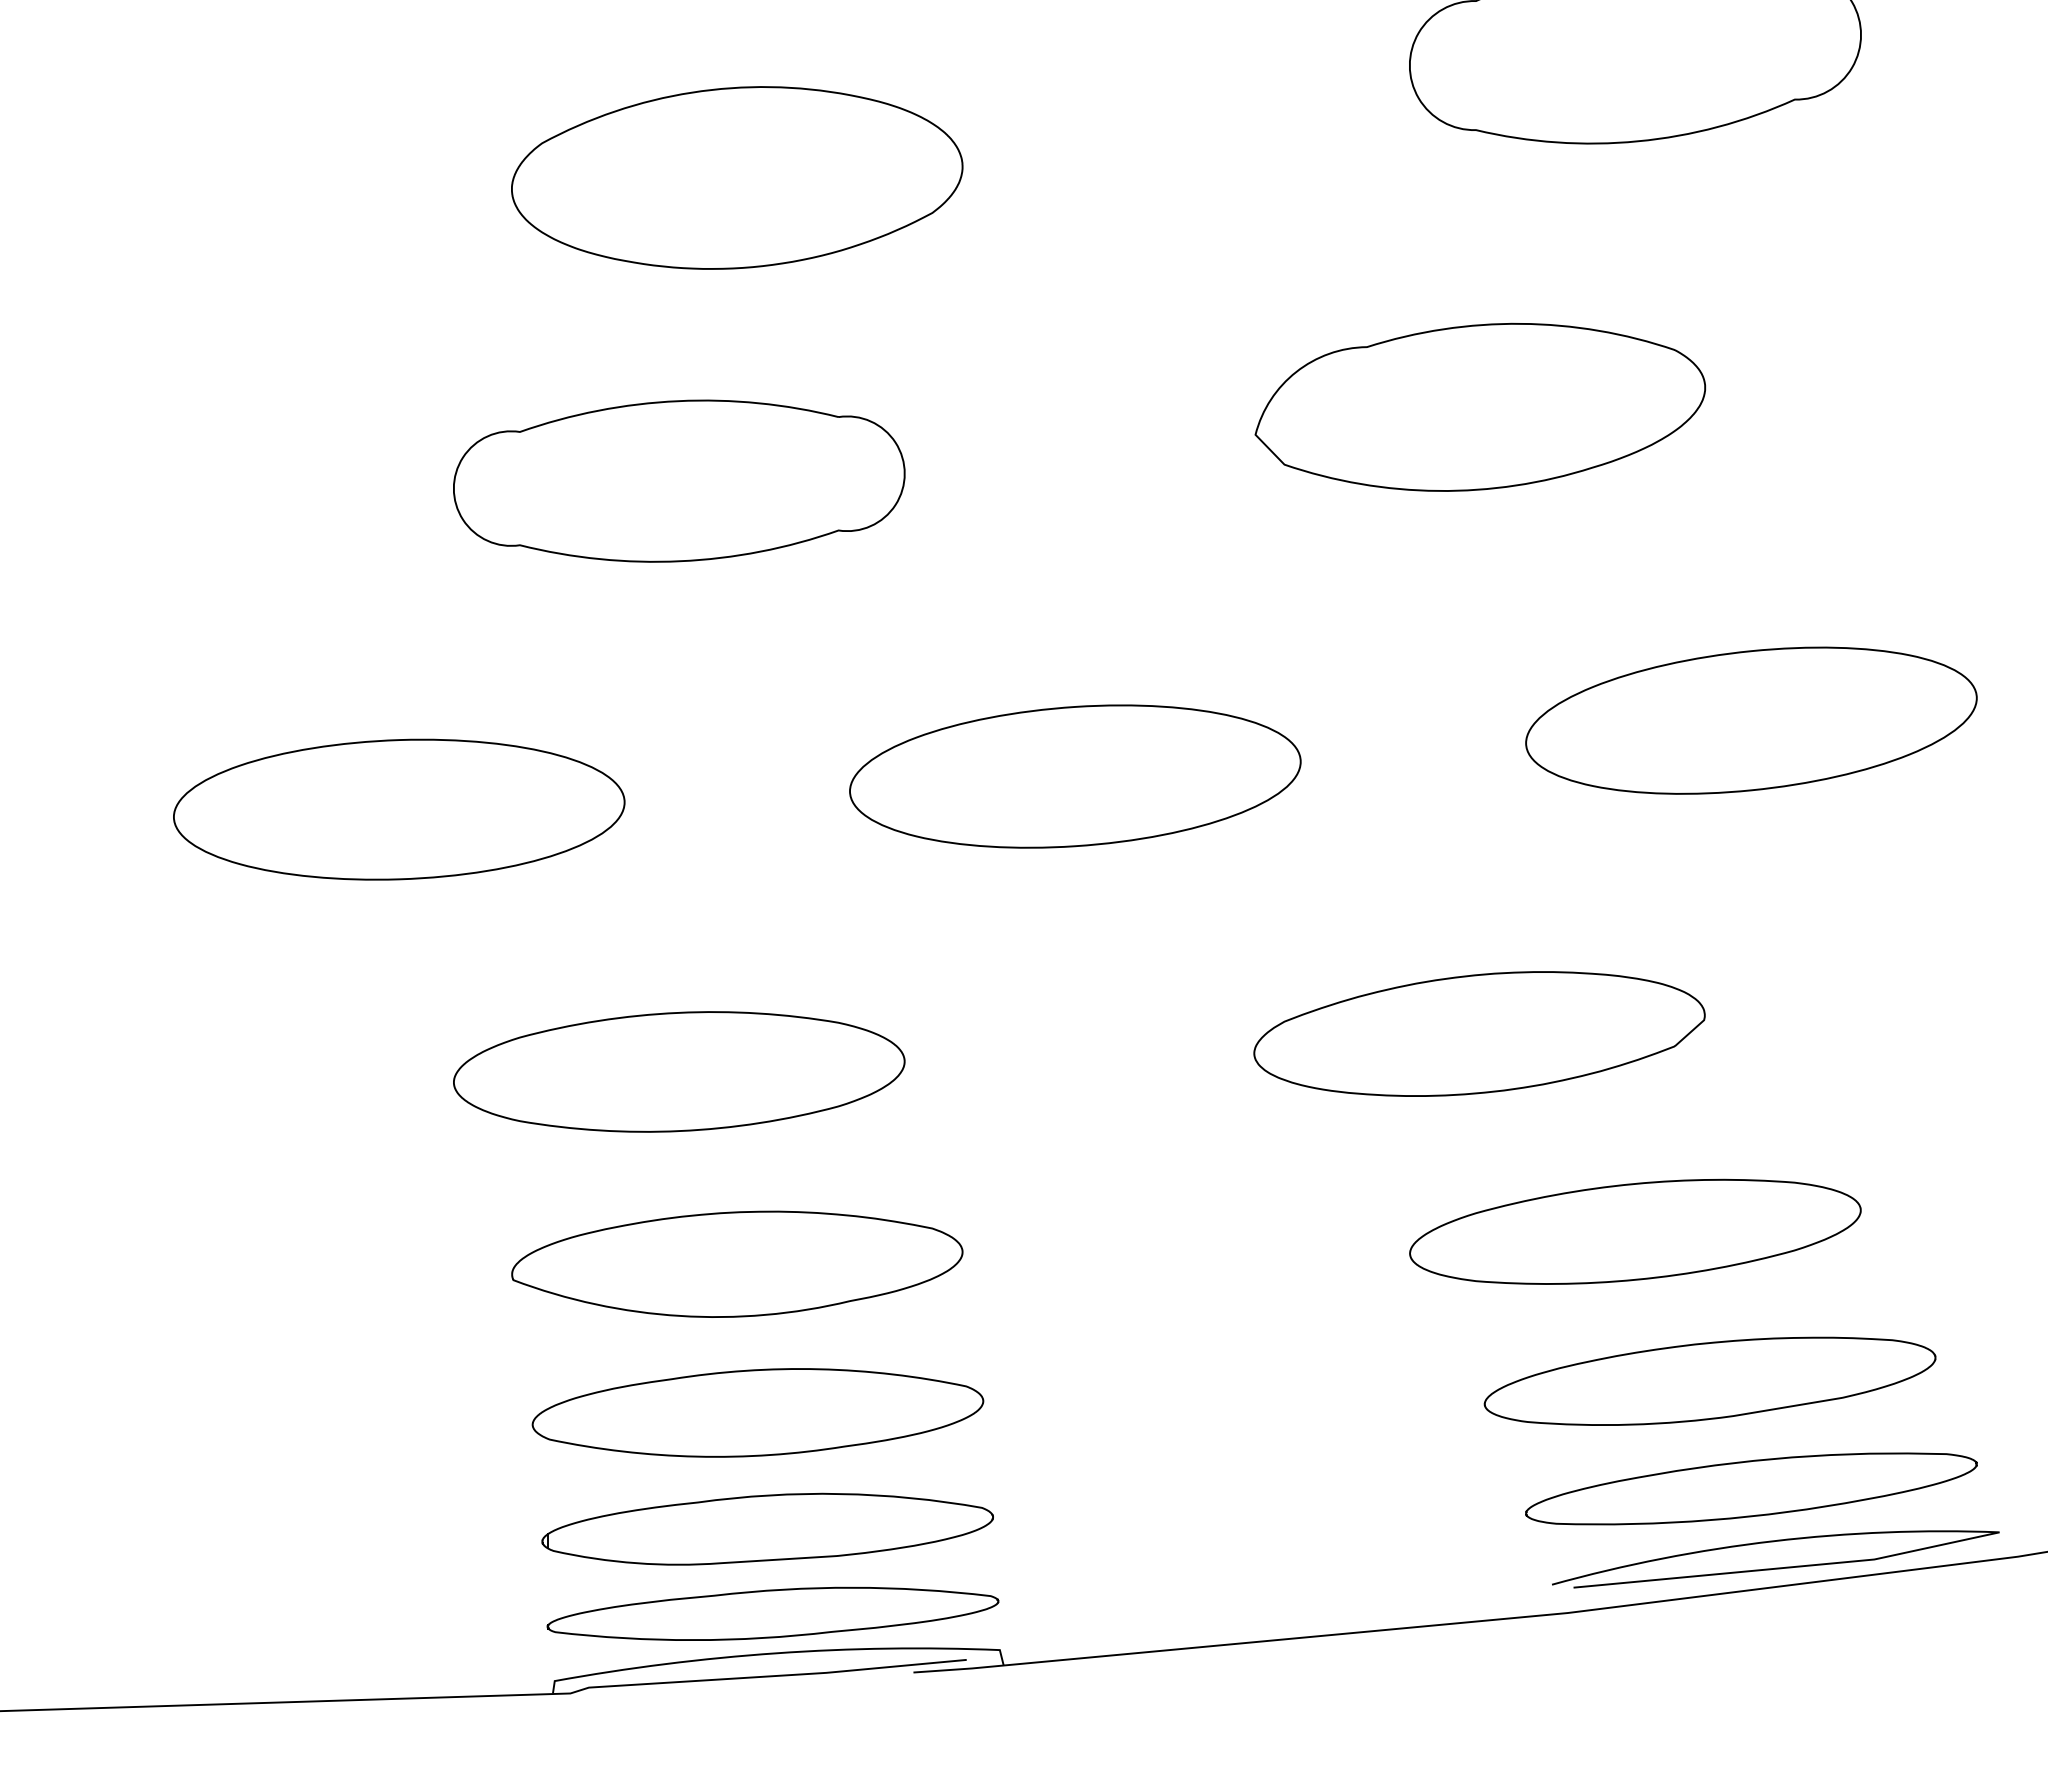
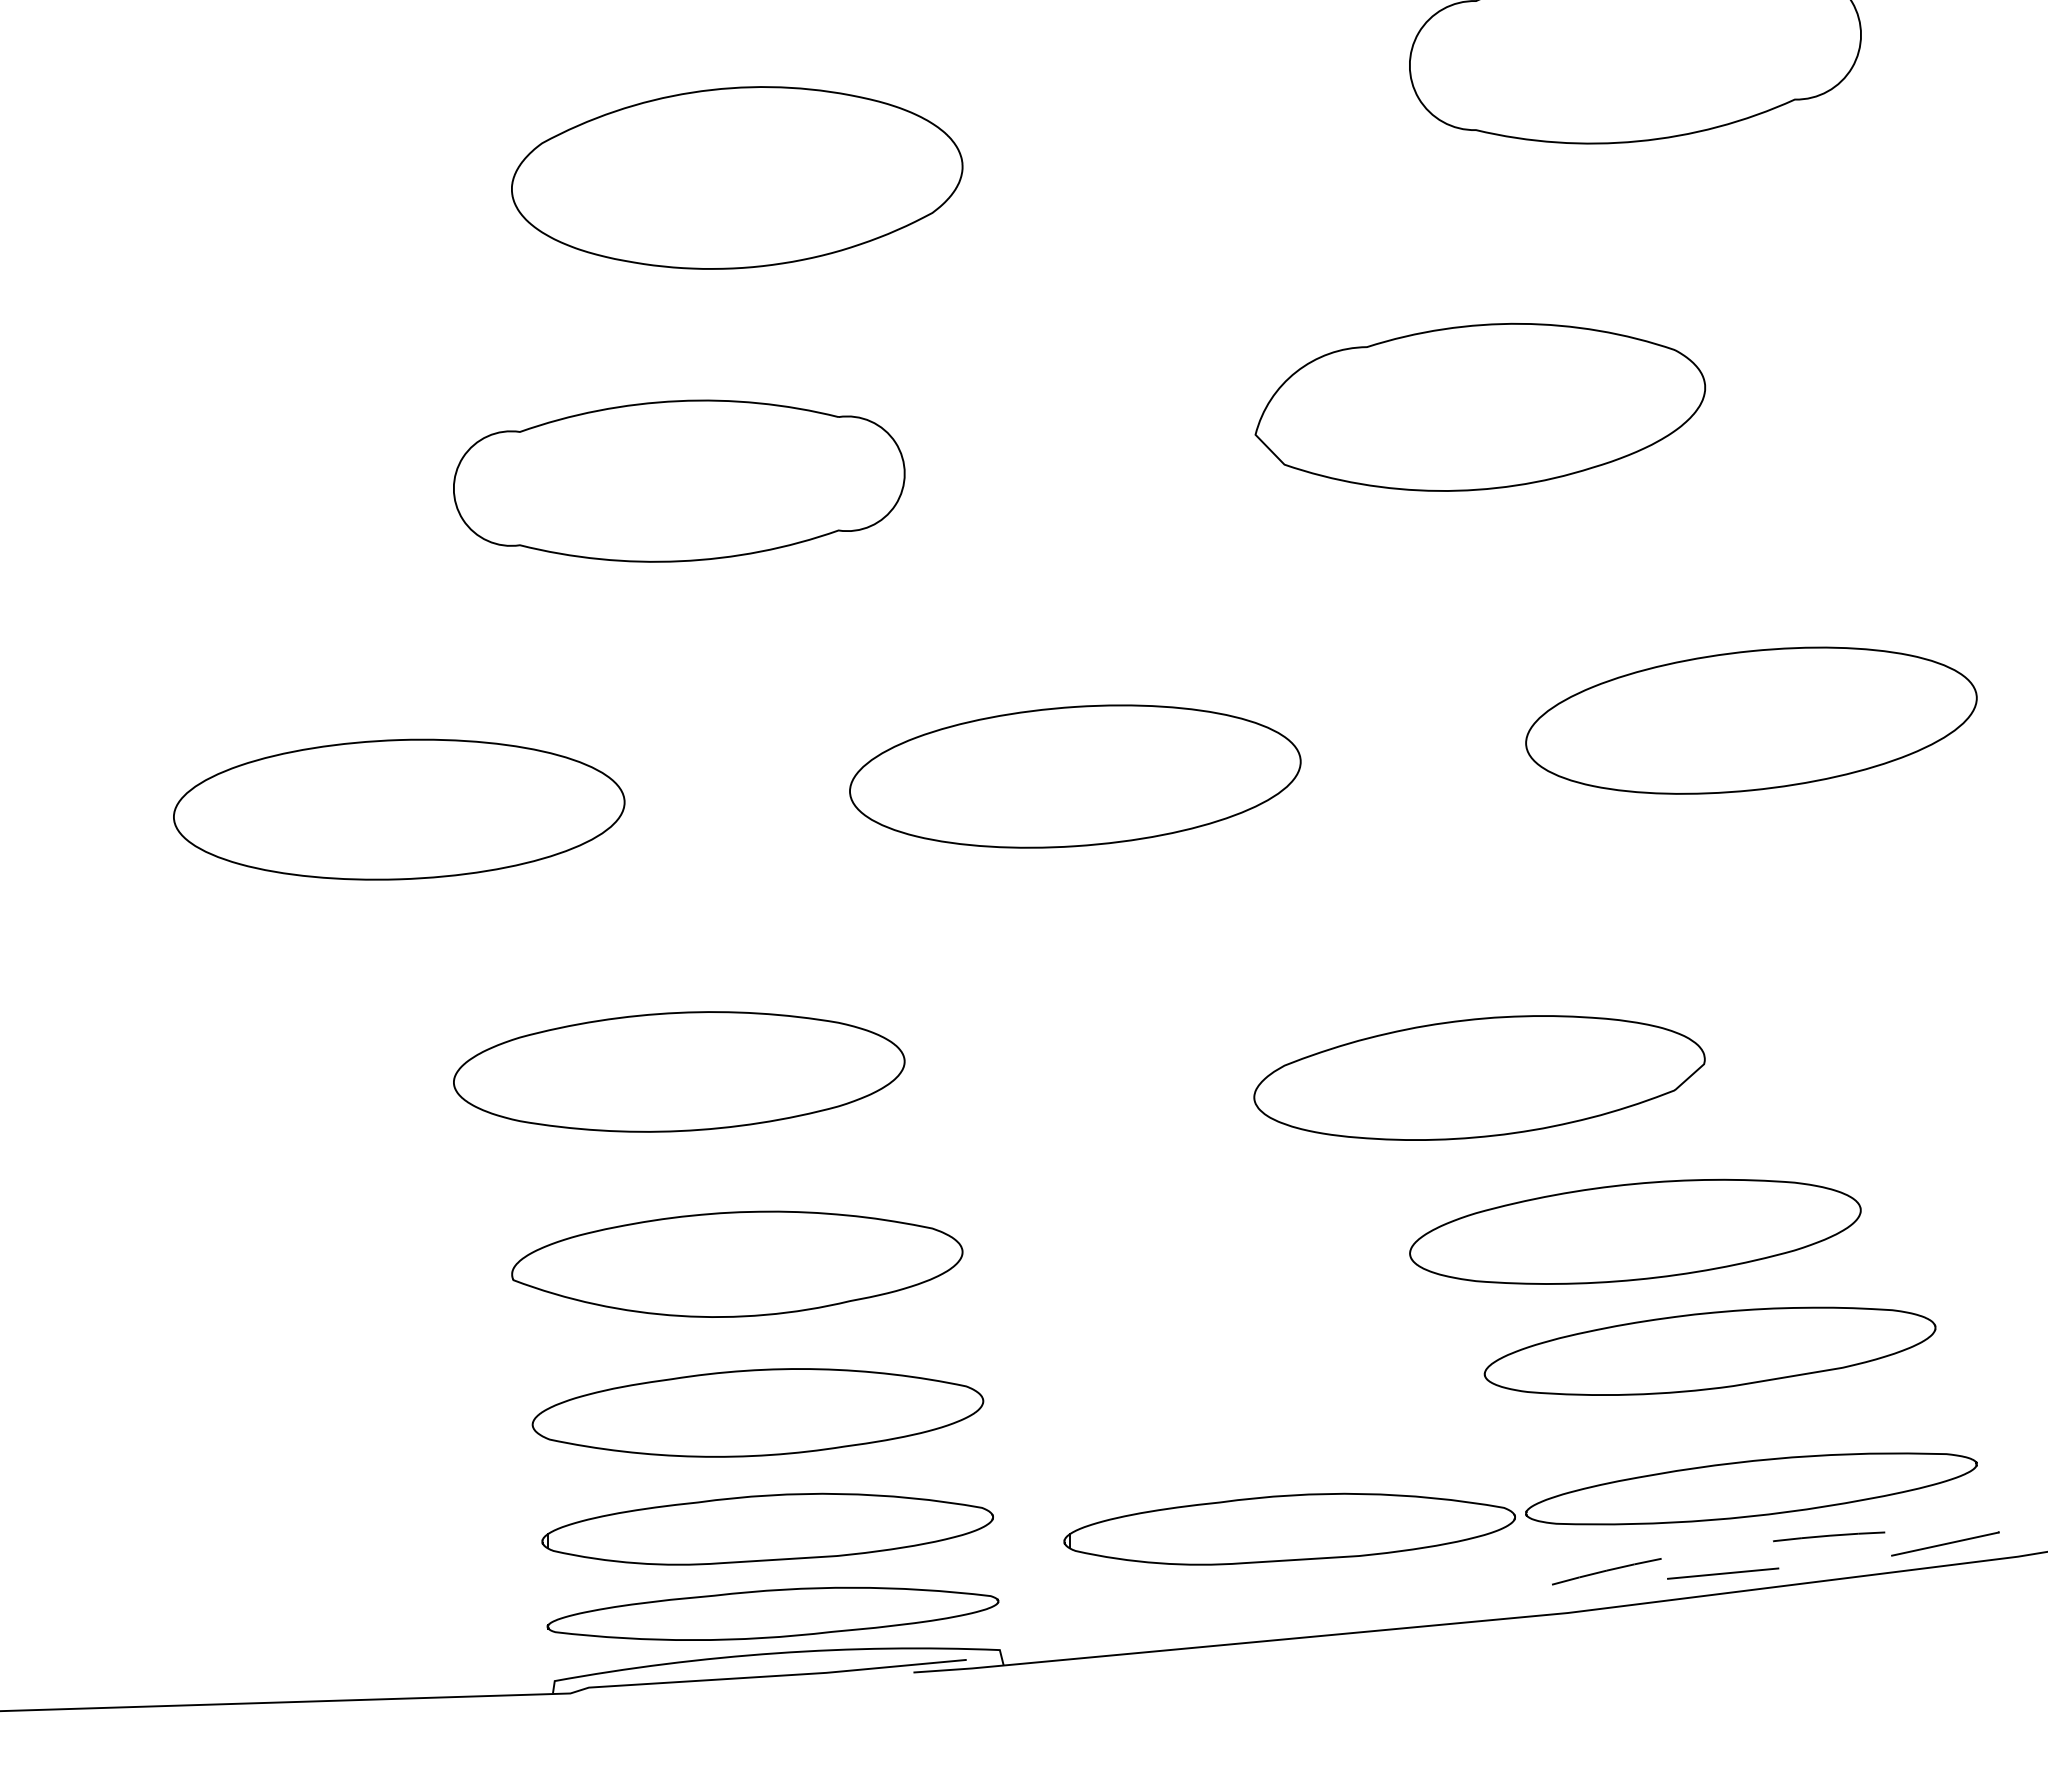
part at (1479, 1033) position: (1479, 1033) -> (1479, 1077)
part at (1709, 1380) position: (1709, 1380) -> (1709, 1350)
part at (1289, 1528): none -> present
line at (1978, 1531): solid -> dashed
